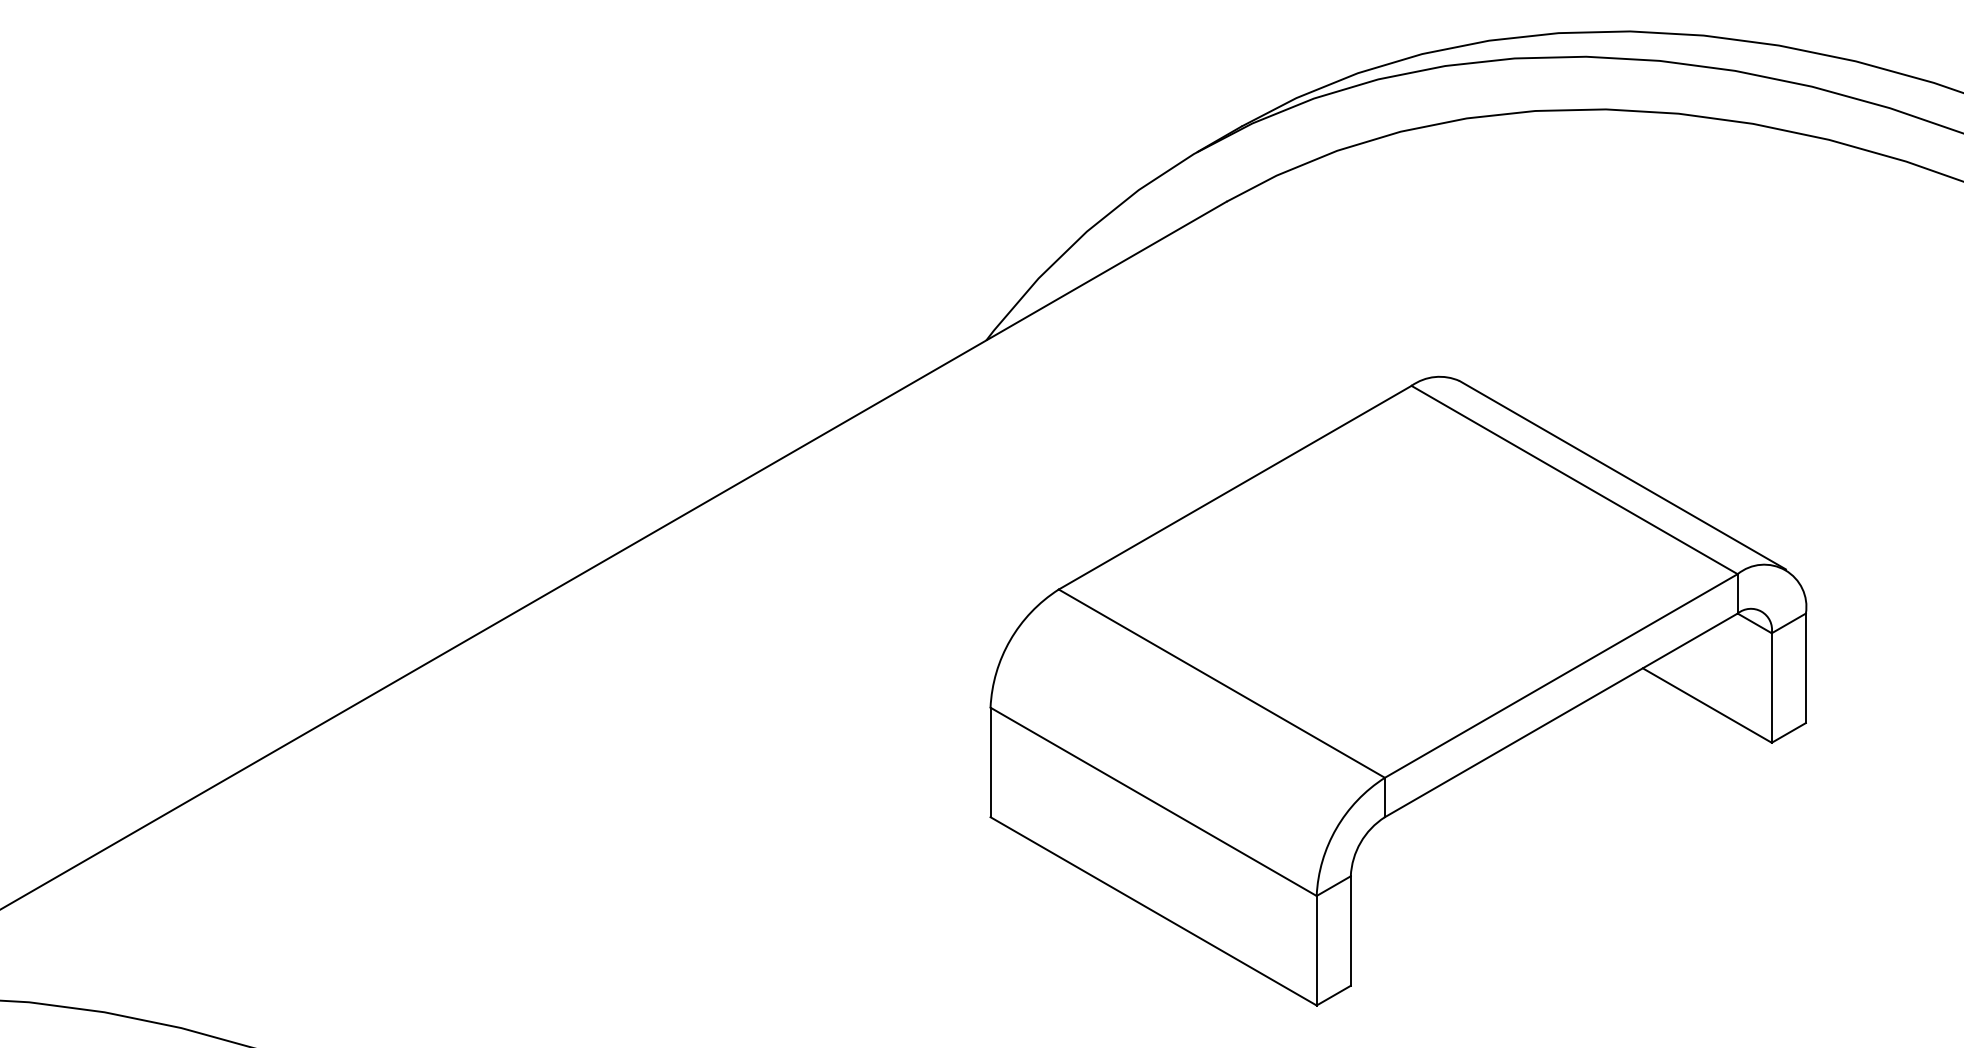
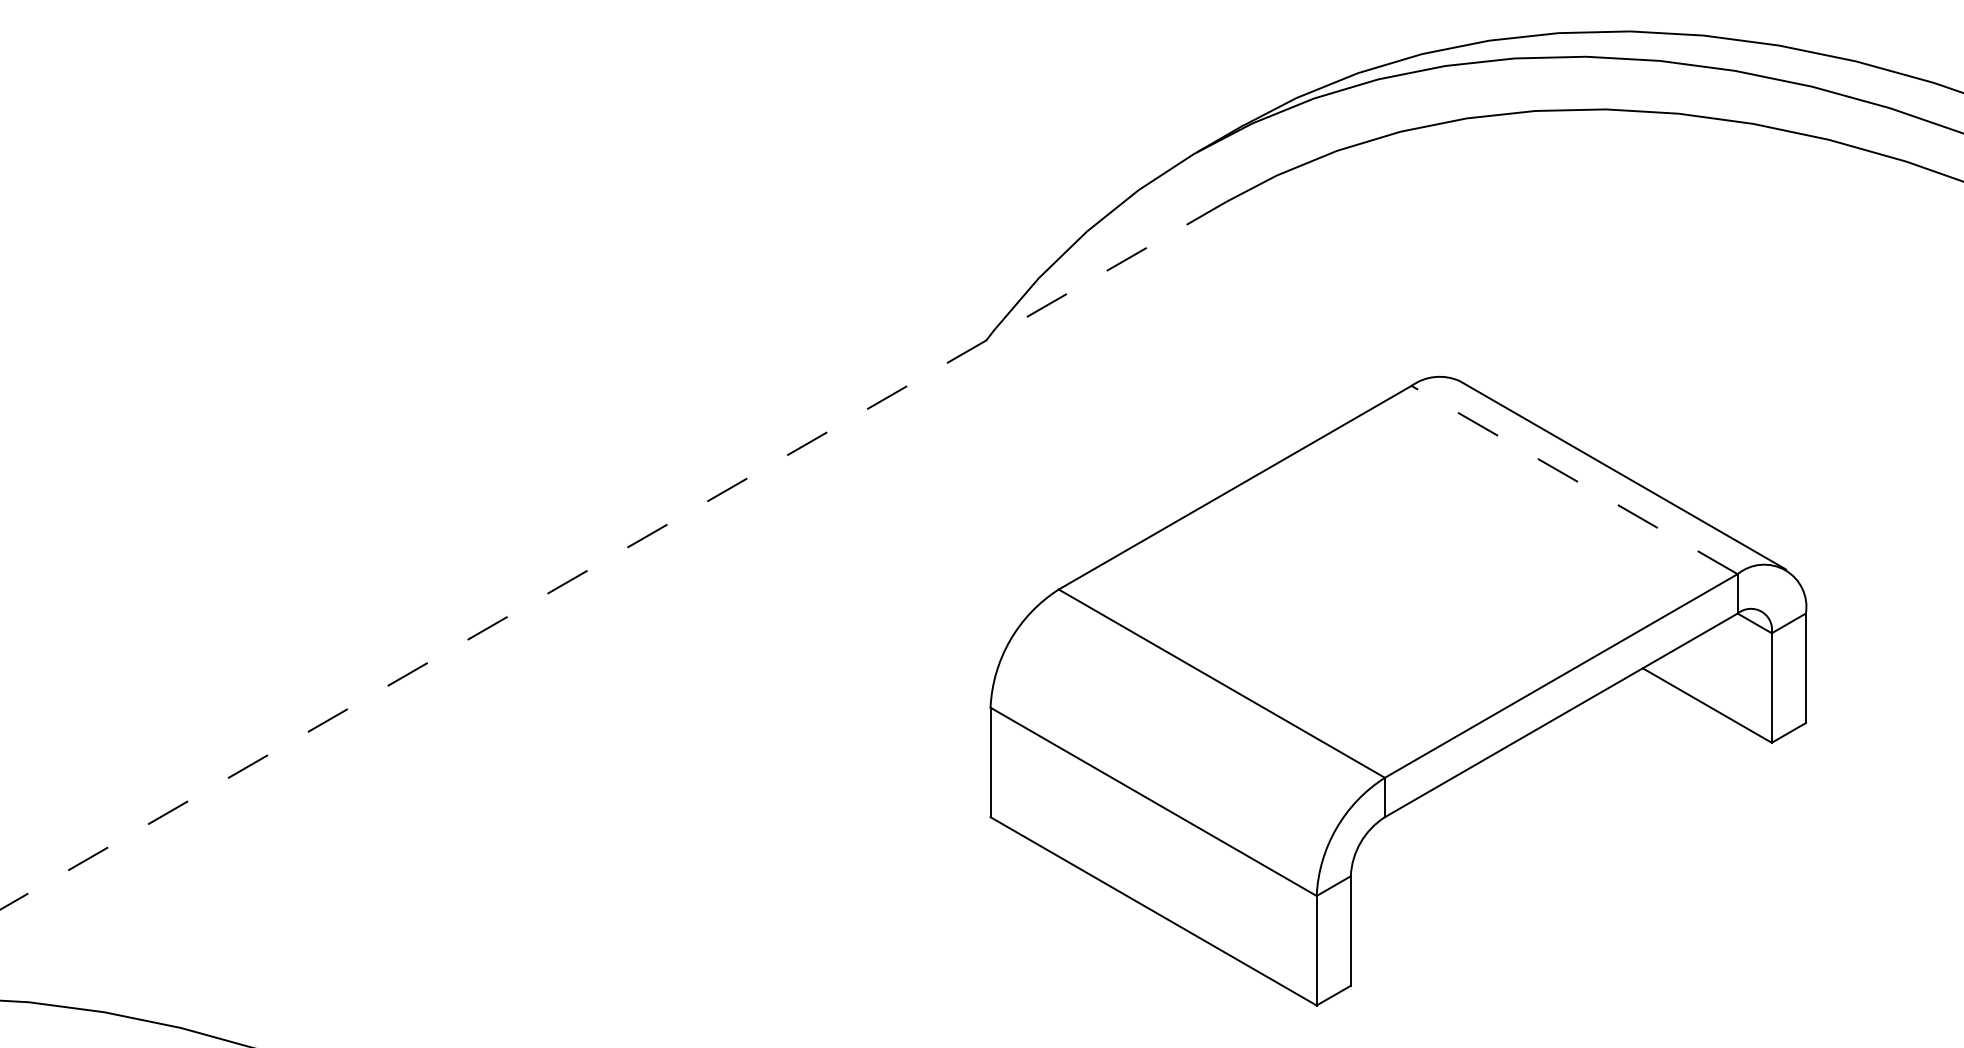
line at (1574, 479): solid -> dashed
line at (613, 555): solid -> dashed
